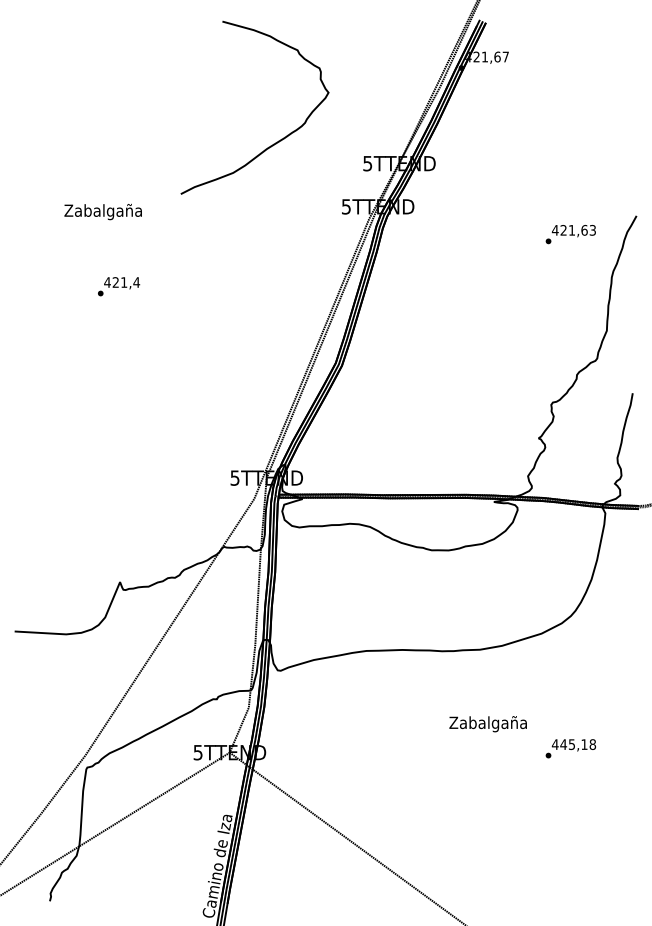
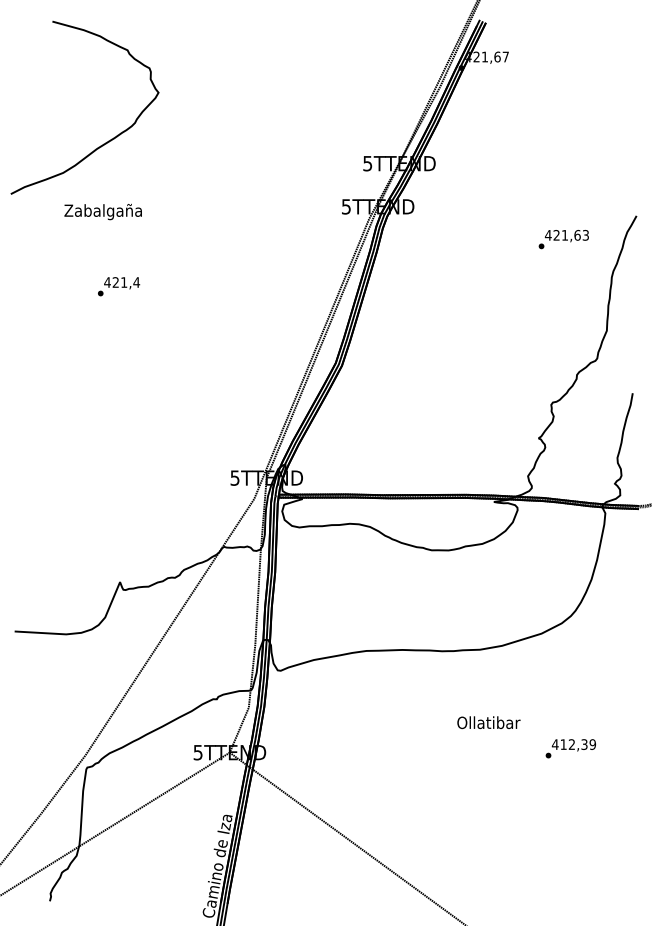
curve at (273, 143) position: (273, 143) -> (103, 143)
text at (570, 234) position: (570, 234) -> (563, 239)
text at (487, 724): Zabalgaña -> Ollatibar
text at (578, 744): 445,18 -> 412,39
